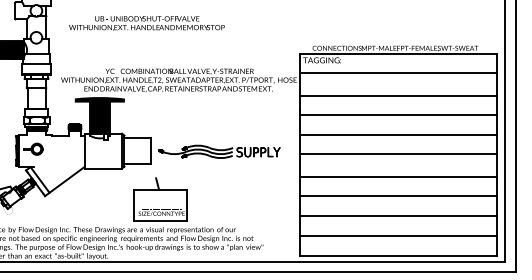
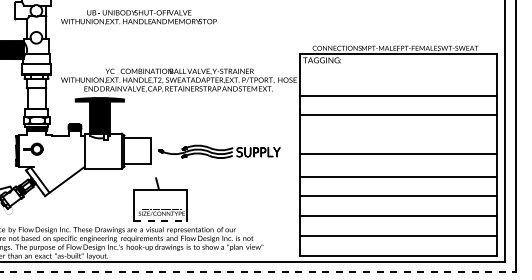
text at (146, 23) position: (146, 23) -> (138, 17)
line at (398, 73): present -> none
line at (398, 134): present -> none
line at (160, 220): solid -> dashed
line at (258, 271): solid -> dashed
